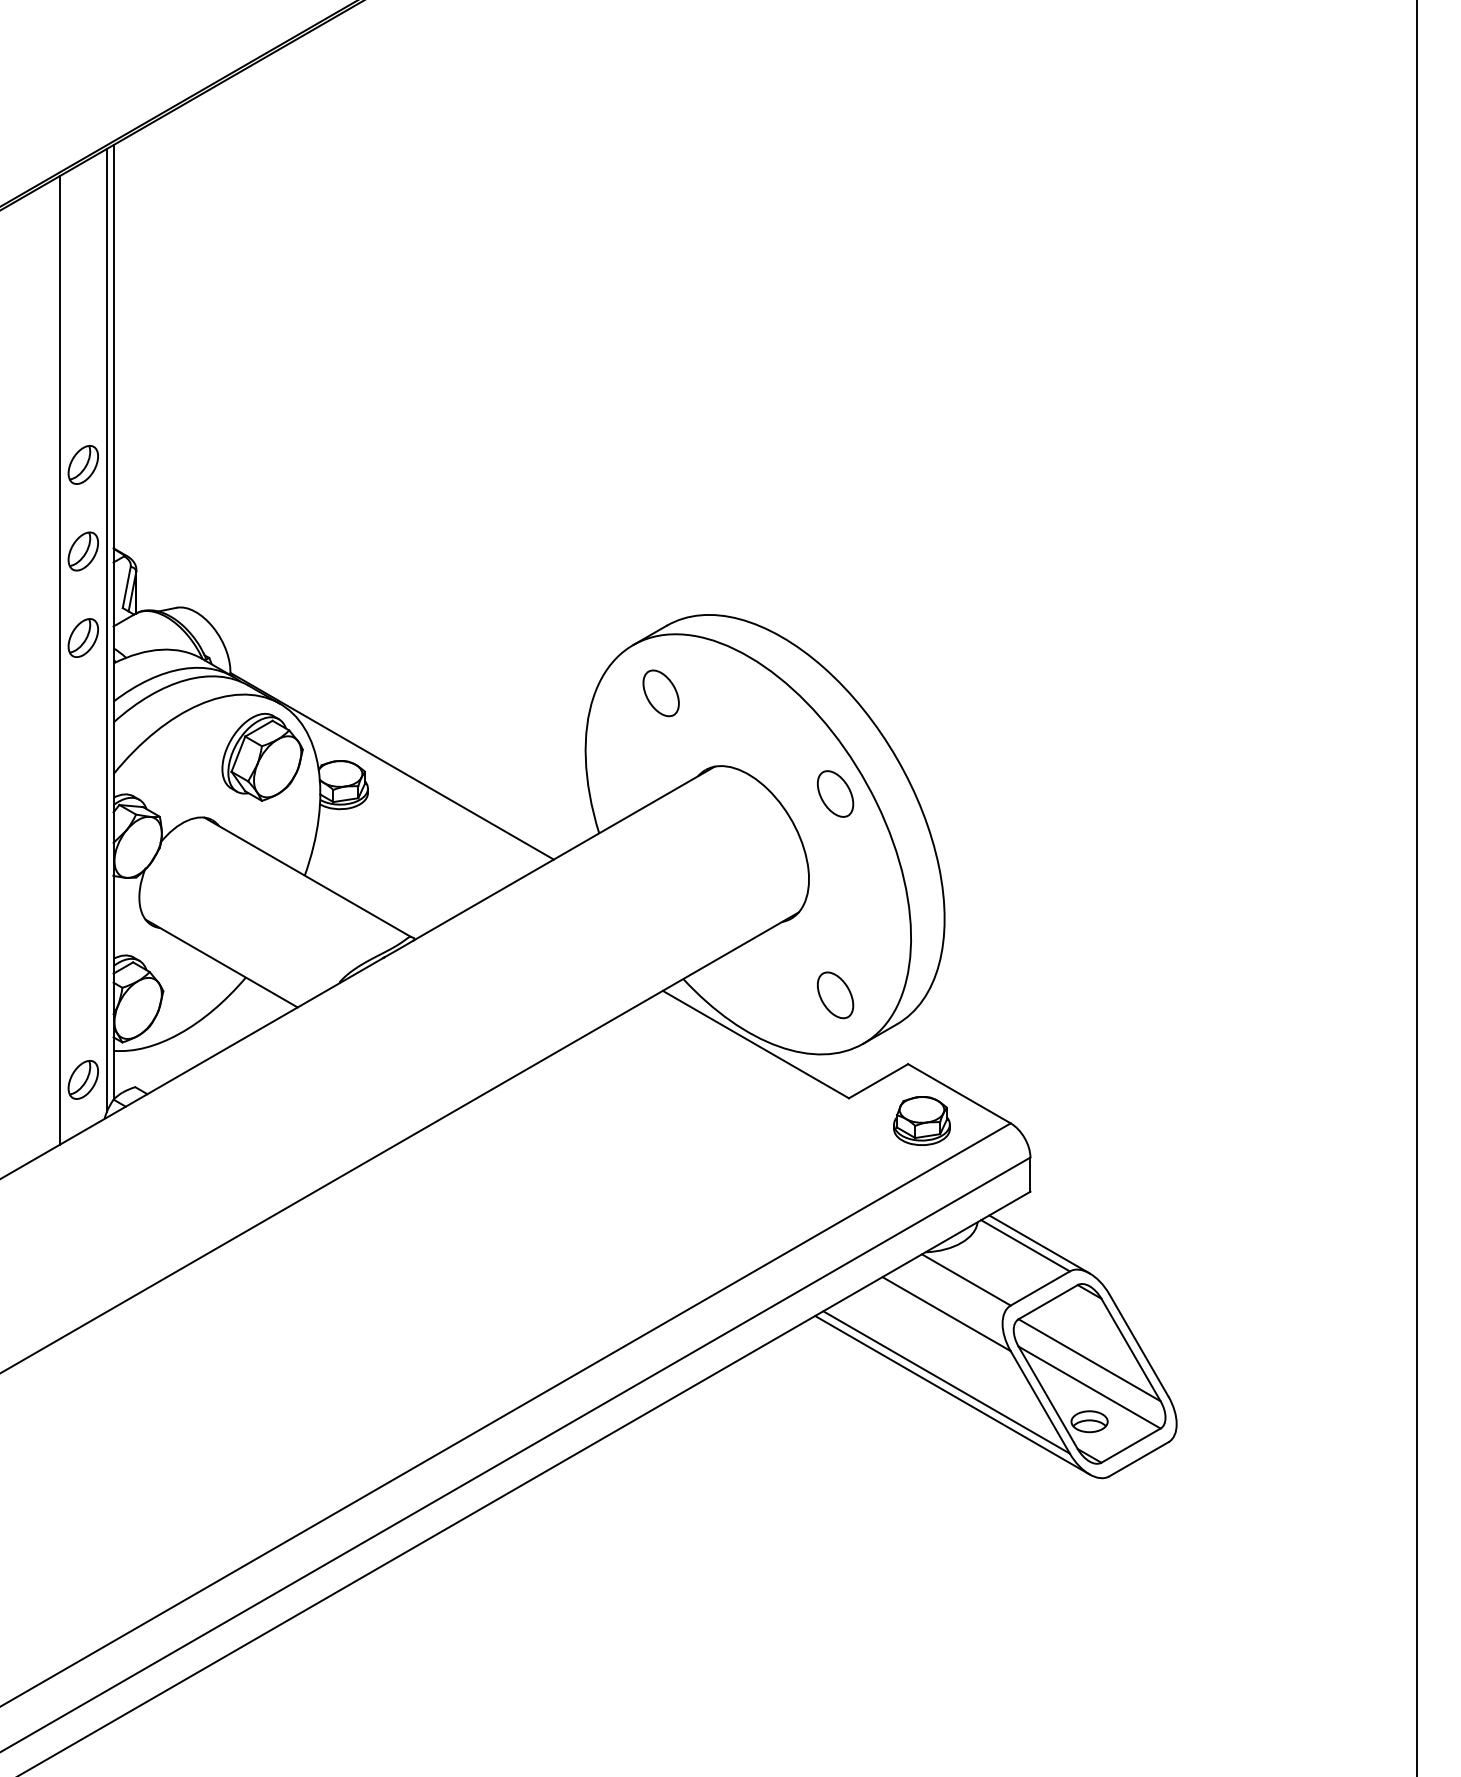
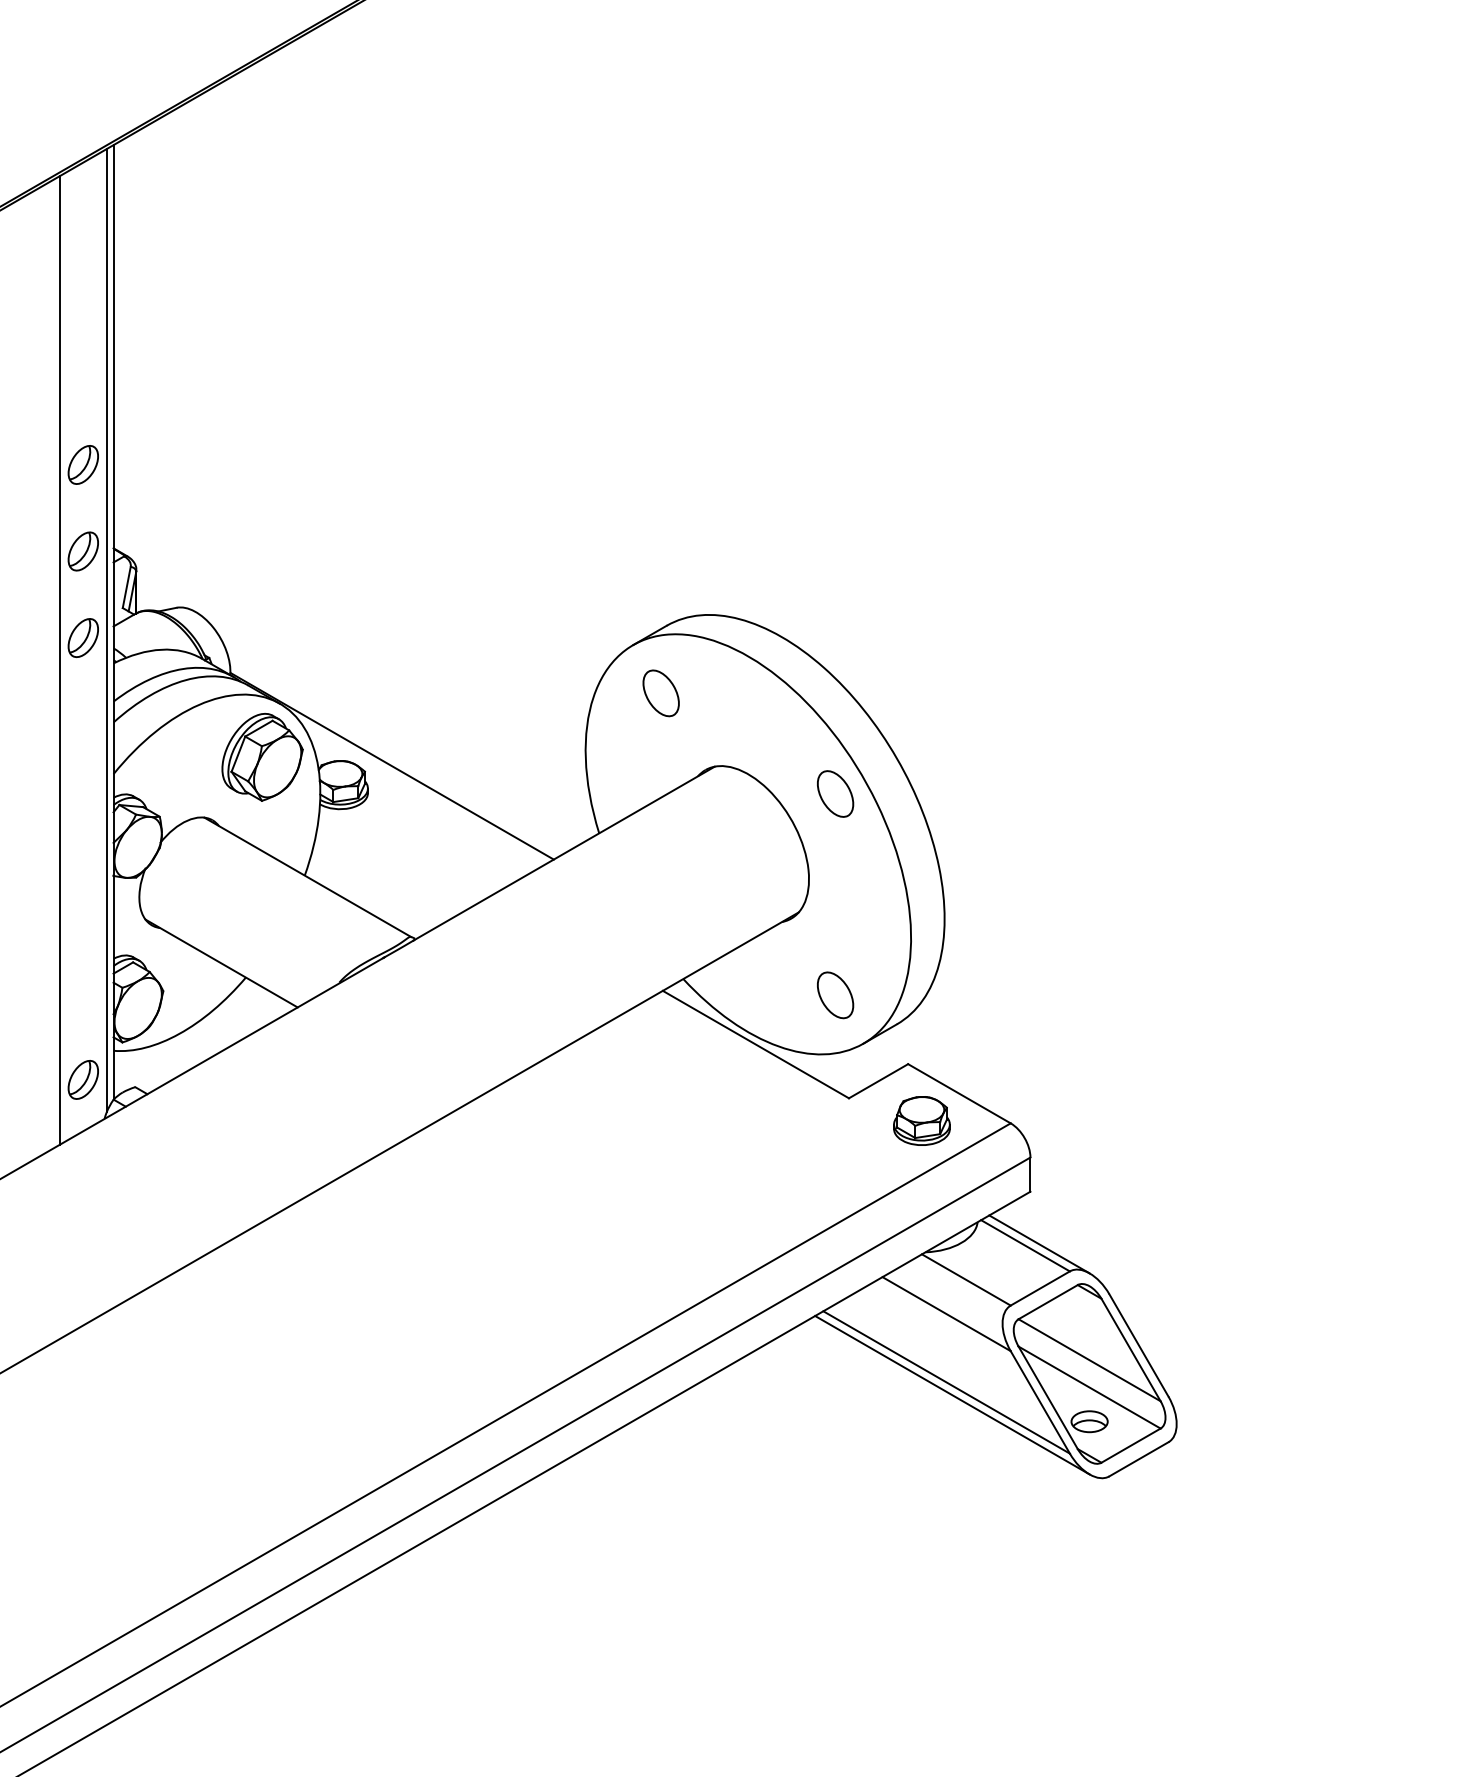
line at (1417, 887): present -> none
